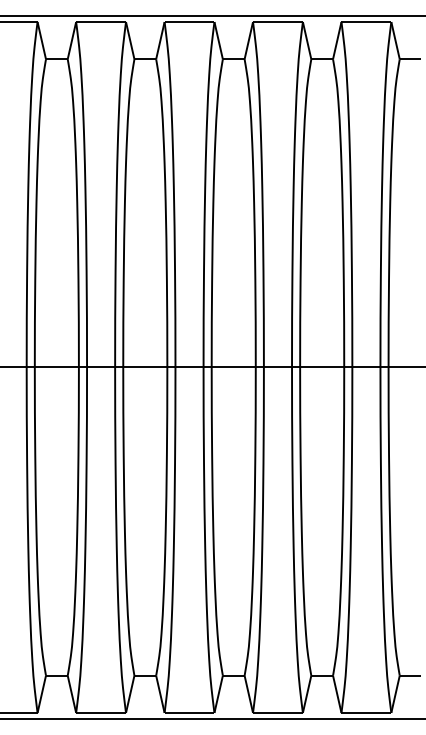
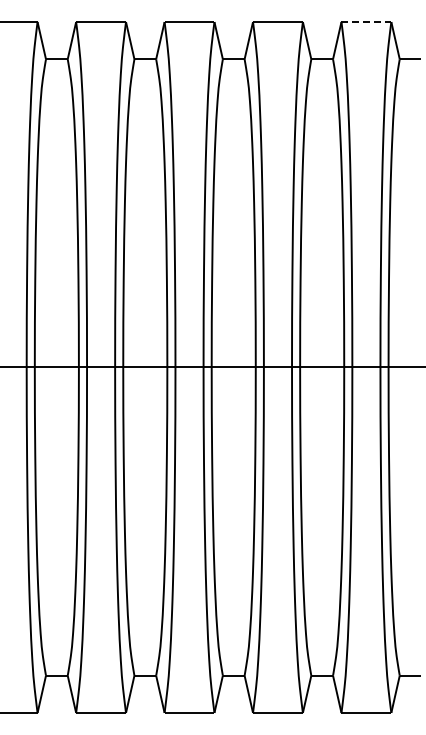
line at (212, 16): present -> none
line at (366, 22): solid -> dashed
line at (212, 718): present -> none
